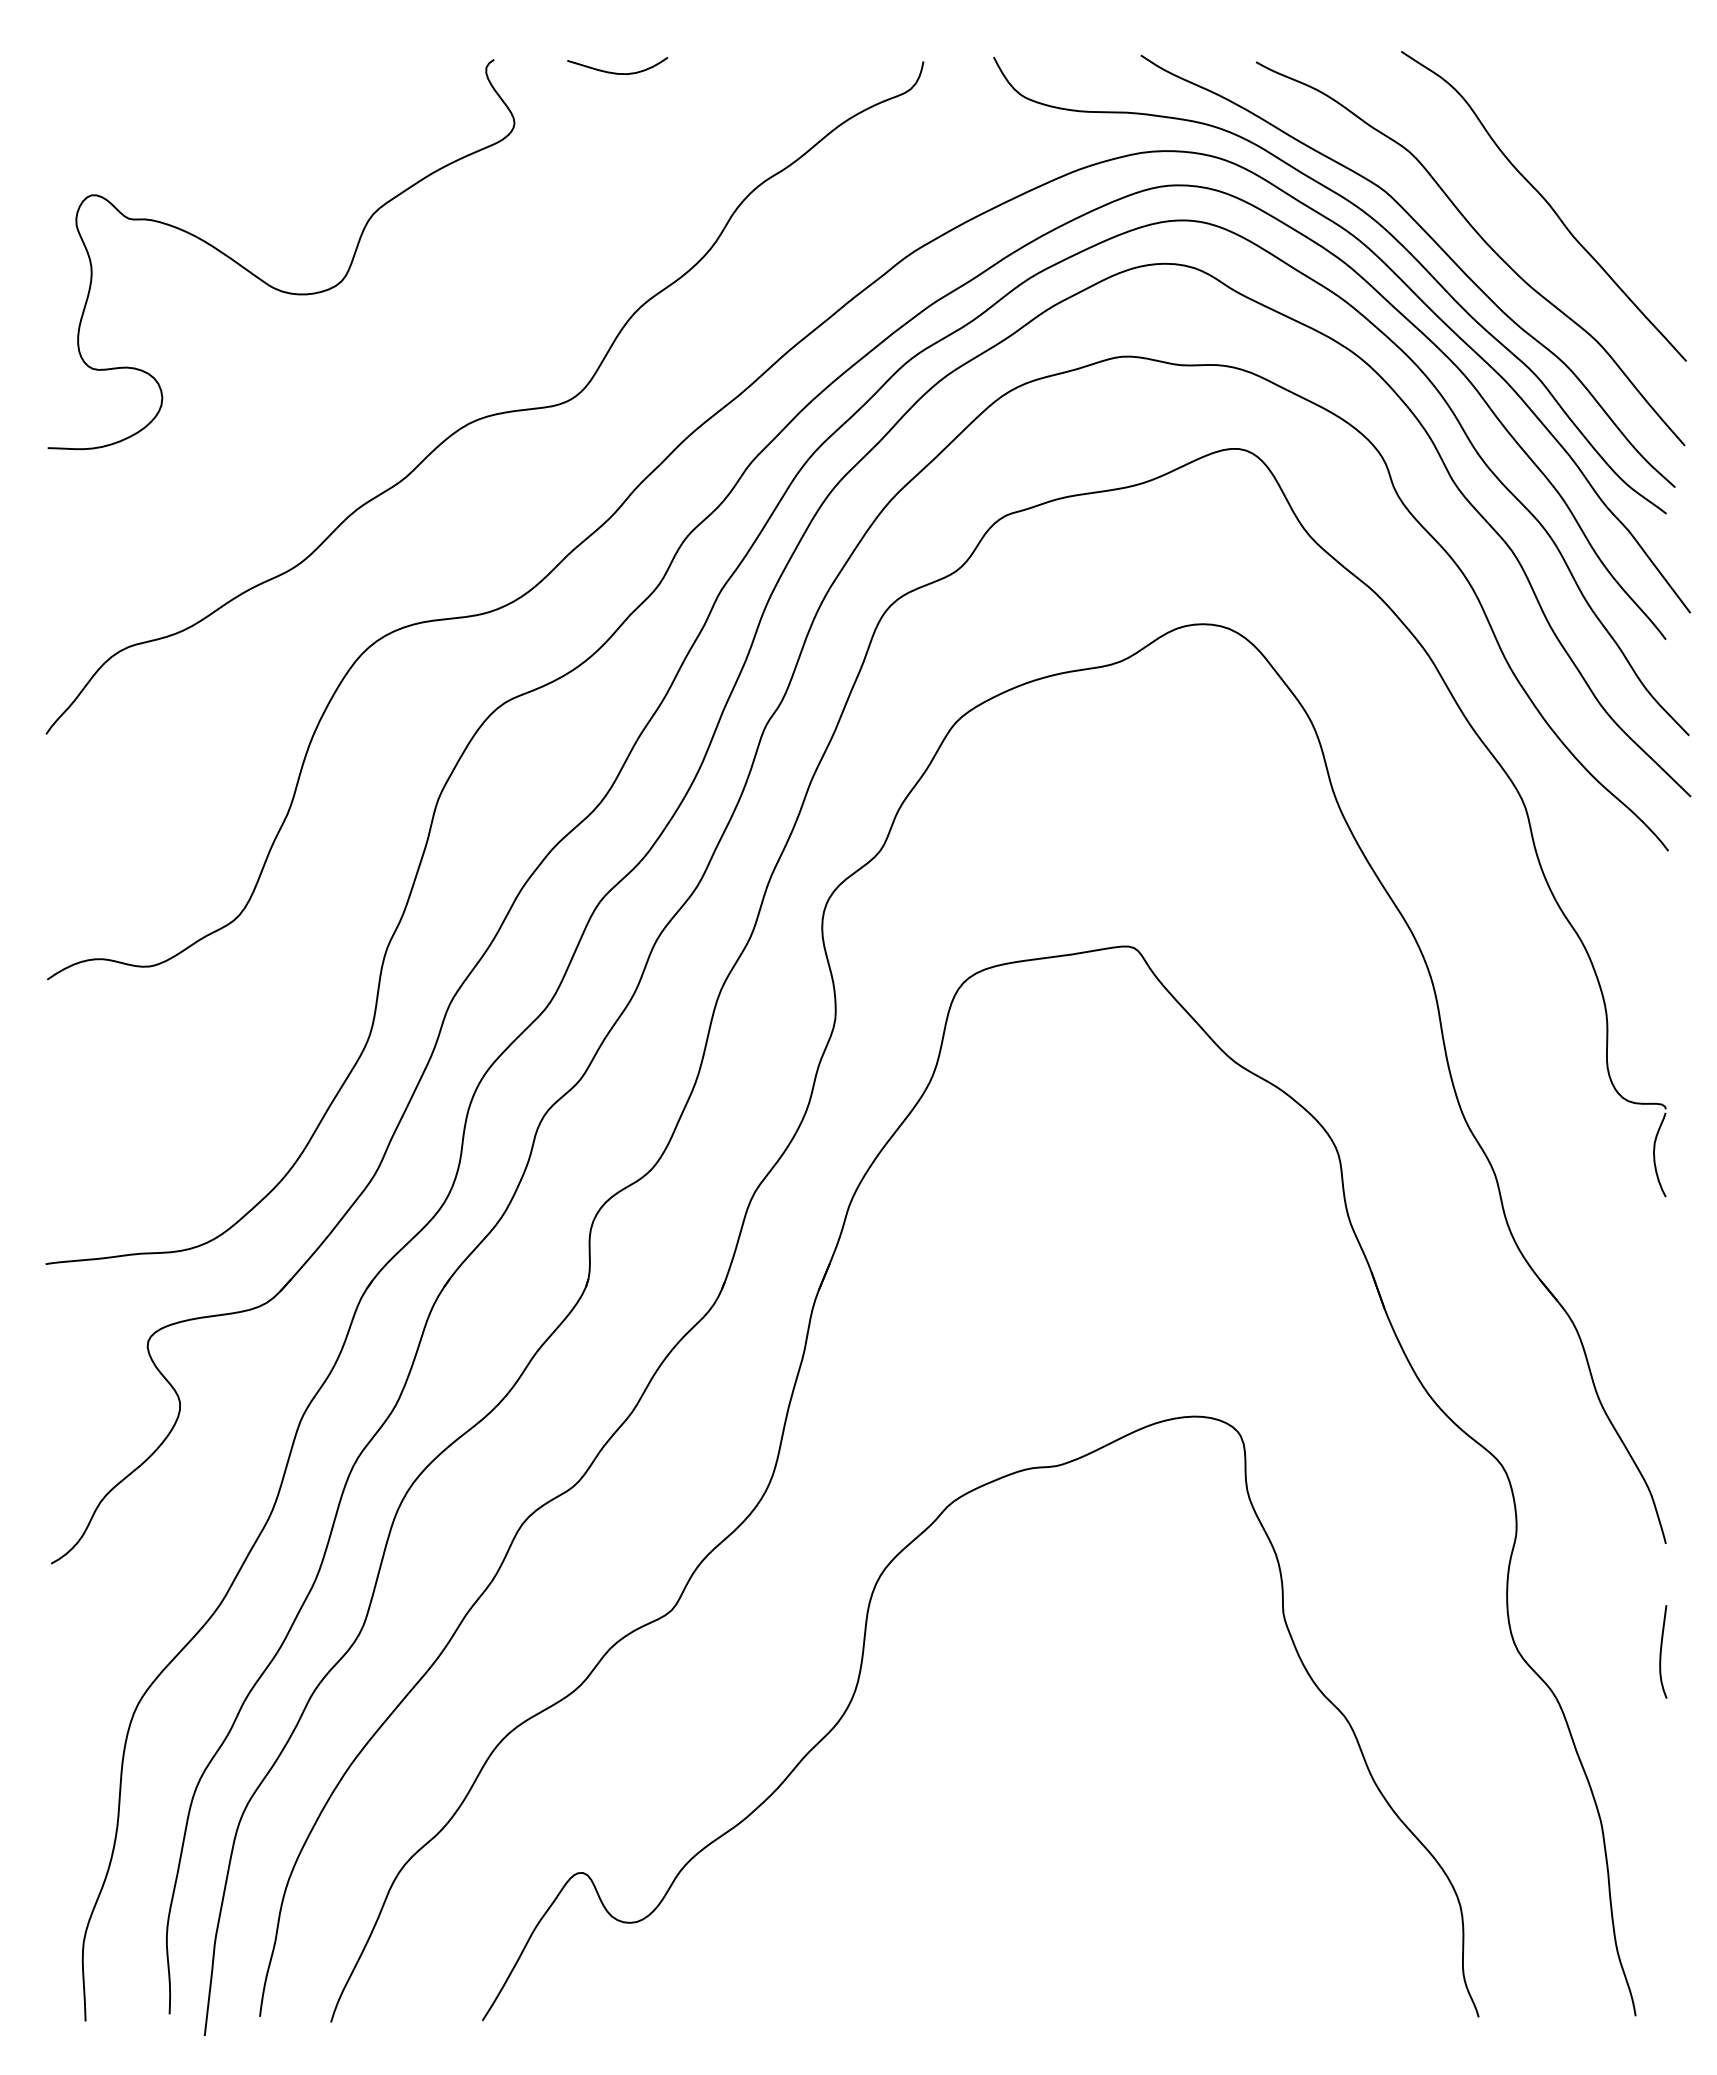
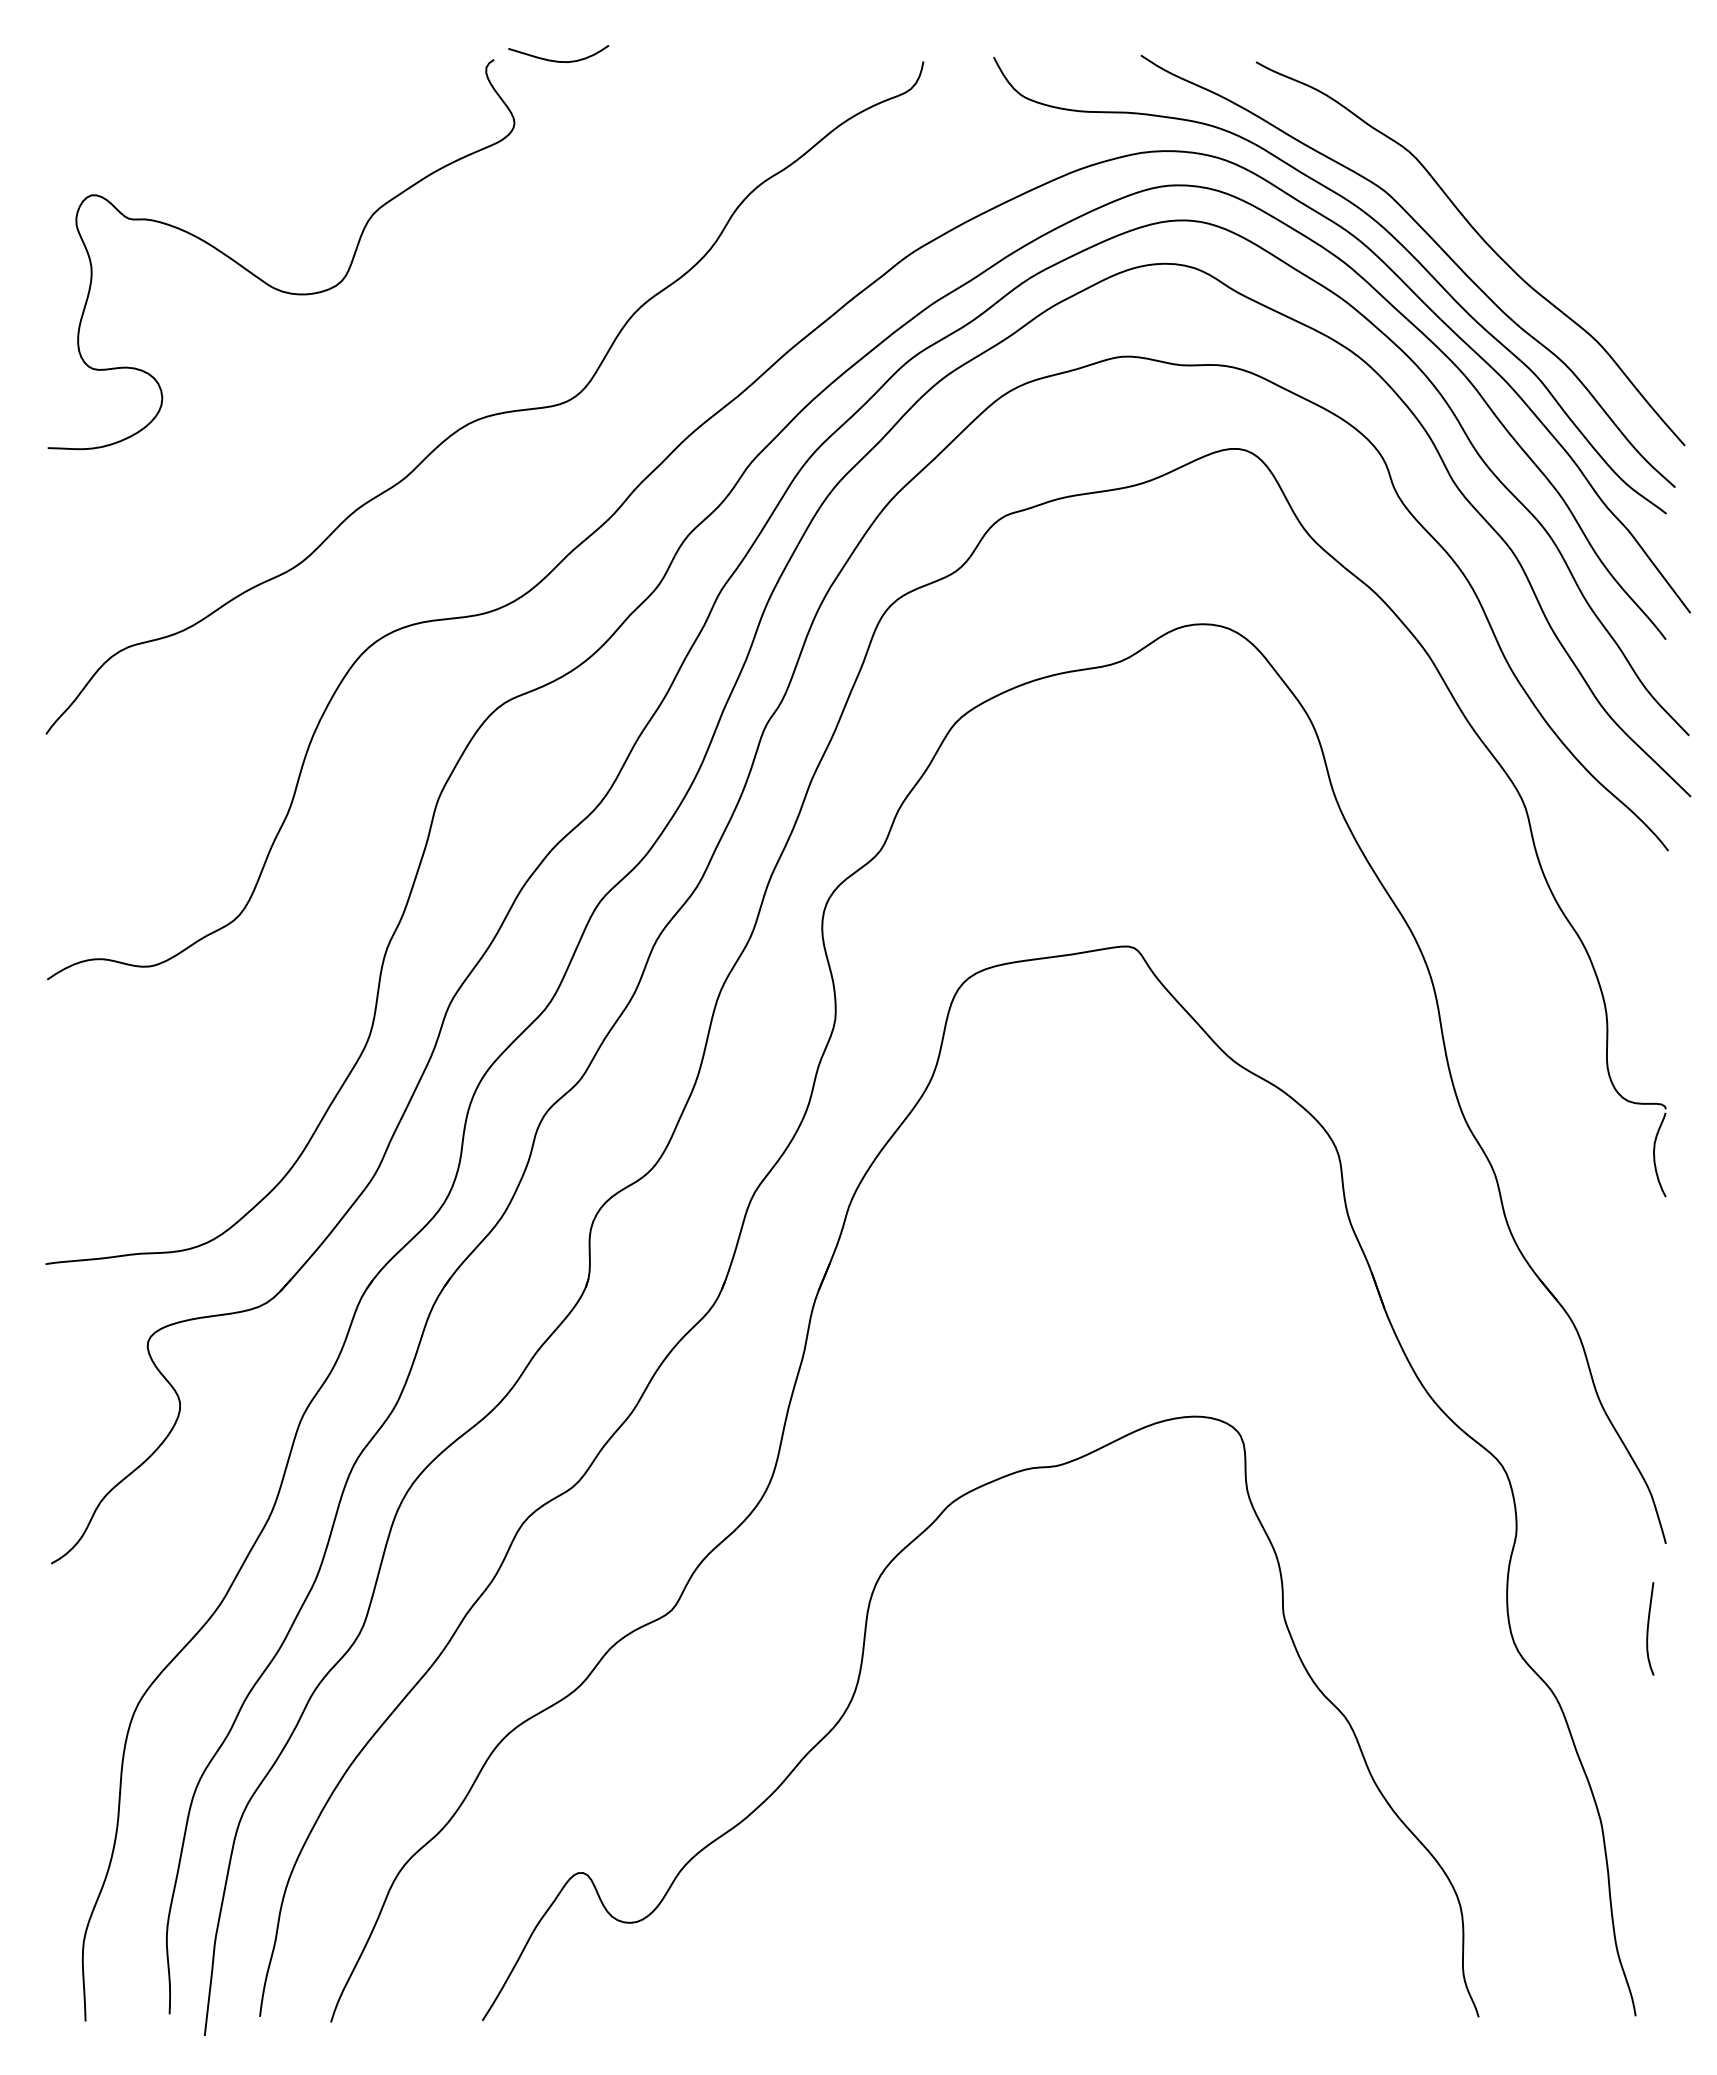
curve at (616, 72) position: (616, 72) -> (557, 60)
curve at (1547, 204): present -> none
curve at (1661, 1651) position: (1661, 1651) -> (1648, 1628)
